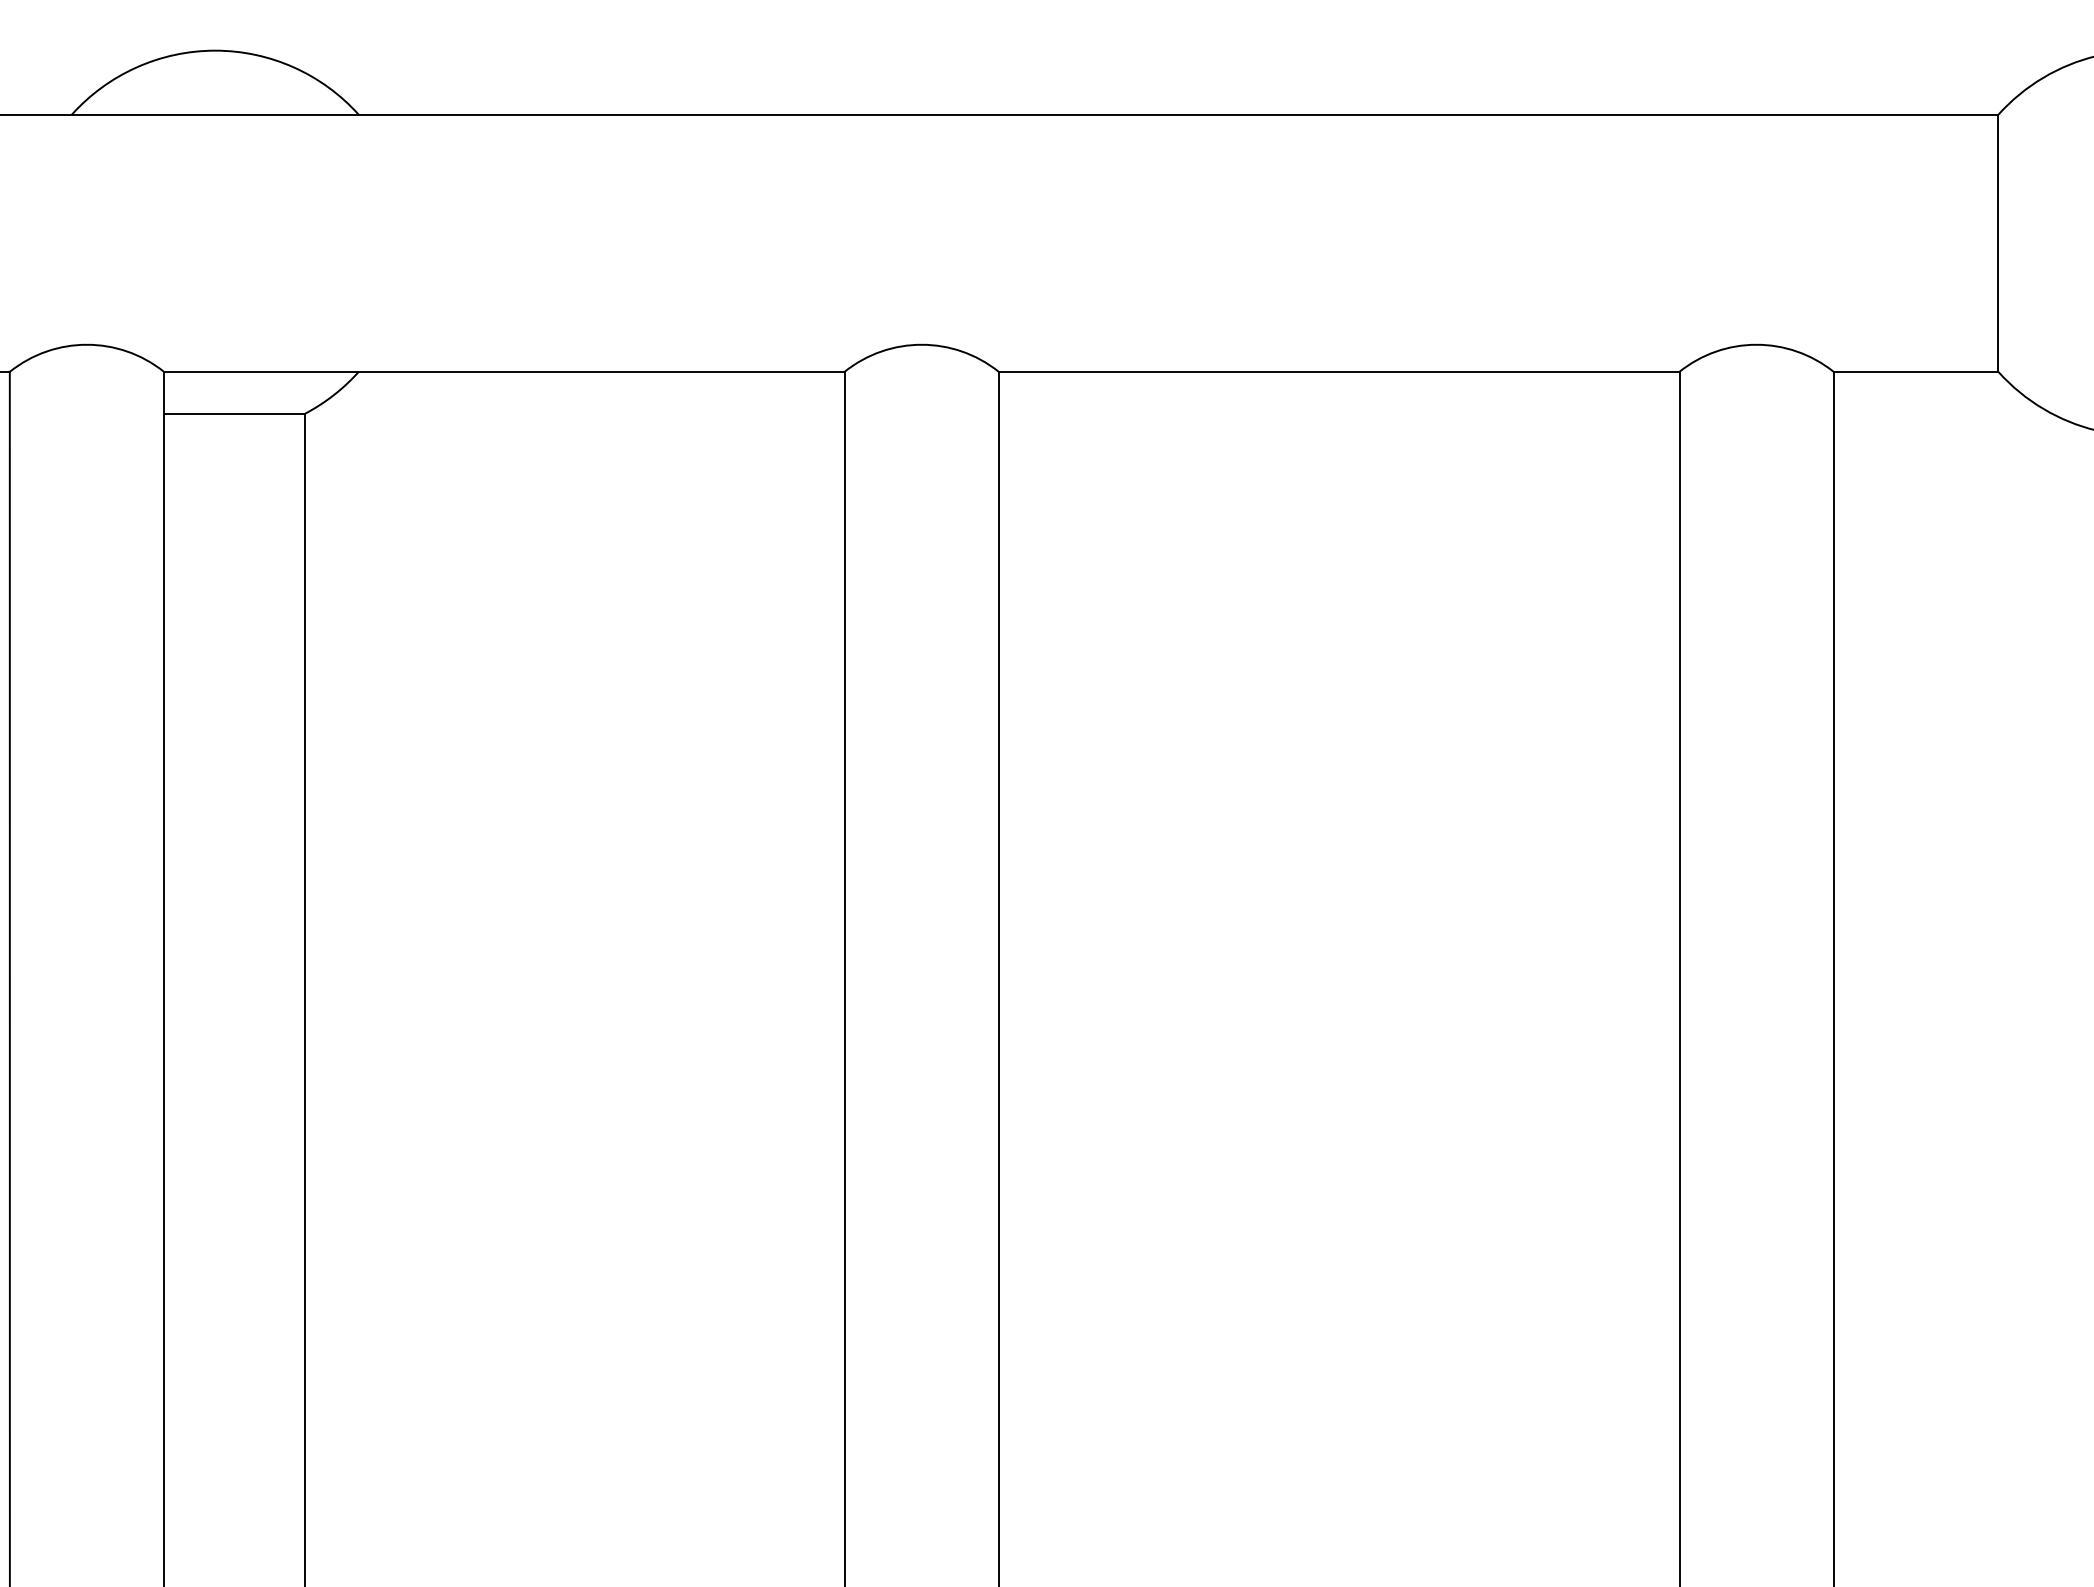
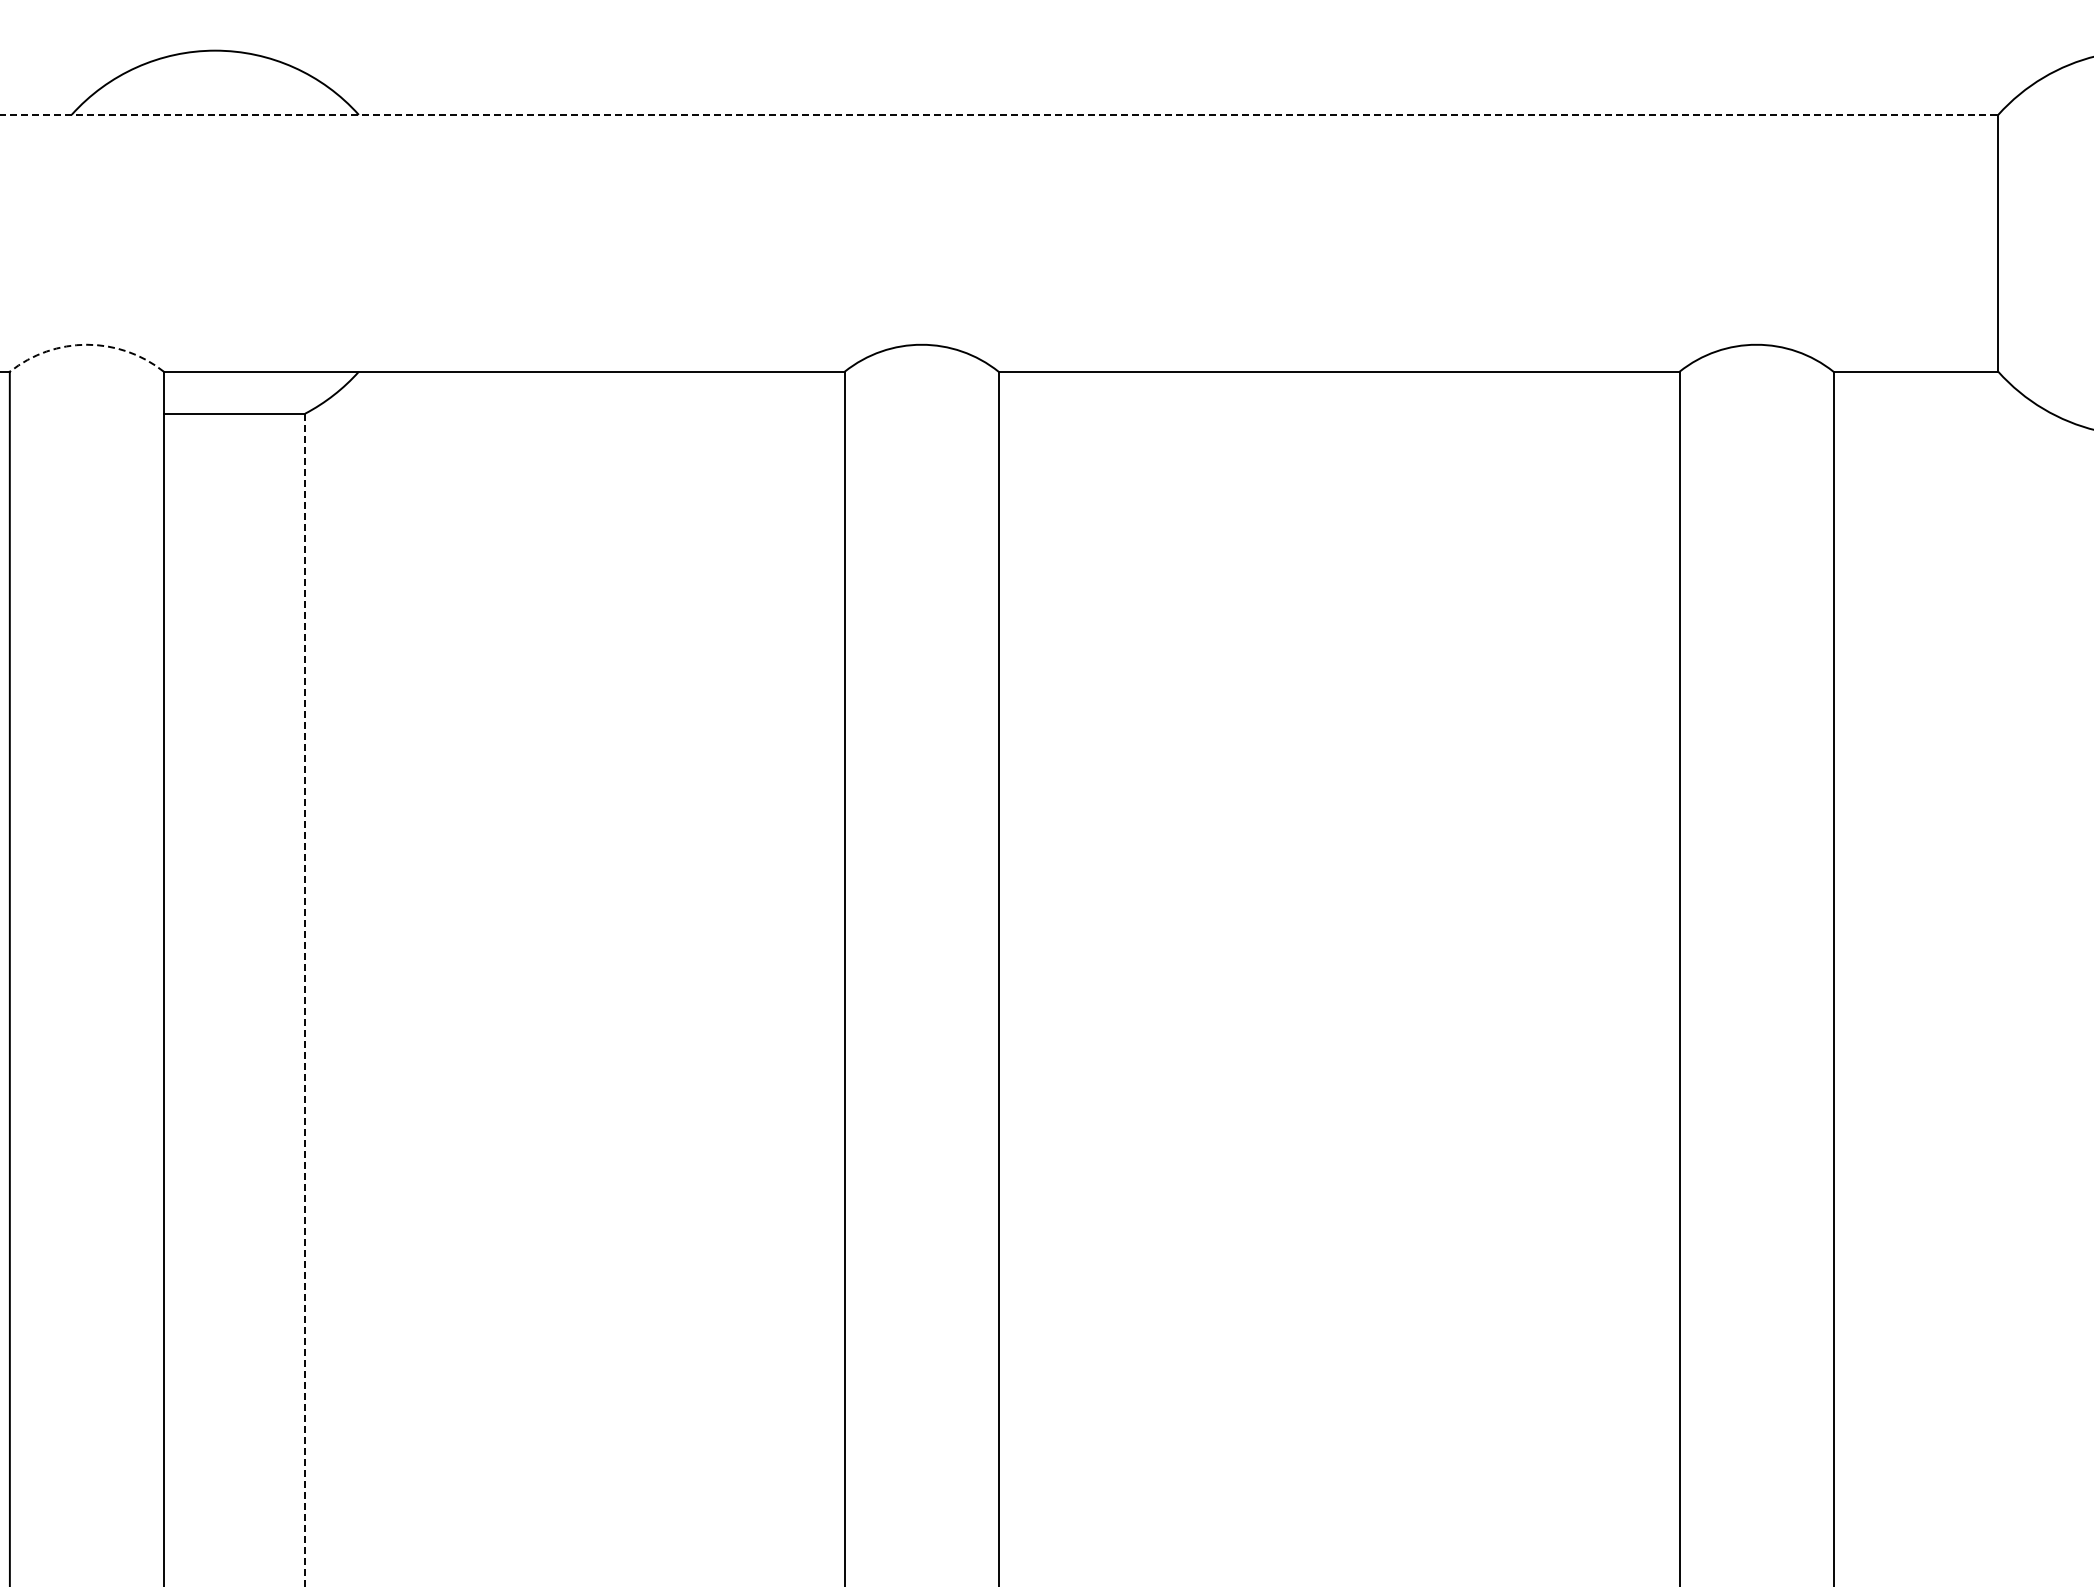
line at (999, 114): solid -> dashed
arc at (86, 344): solid -> dashed
line at (305, 1000): solid -> dashed
